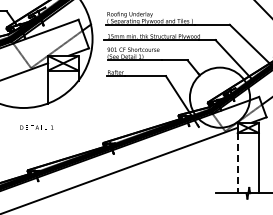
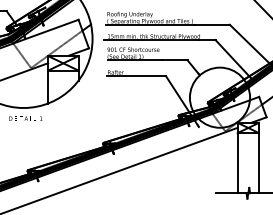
text at (36, 127) position: (36, 127) -> (25, 118)
line at (237, 163): dashed -> solid
